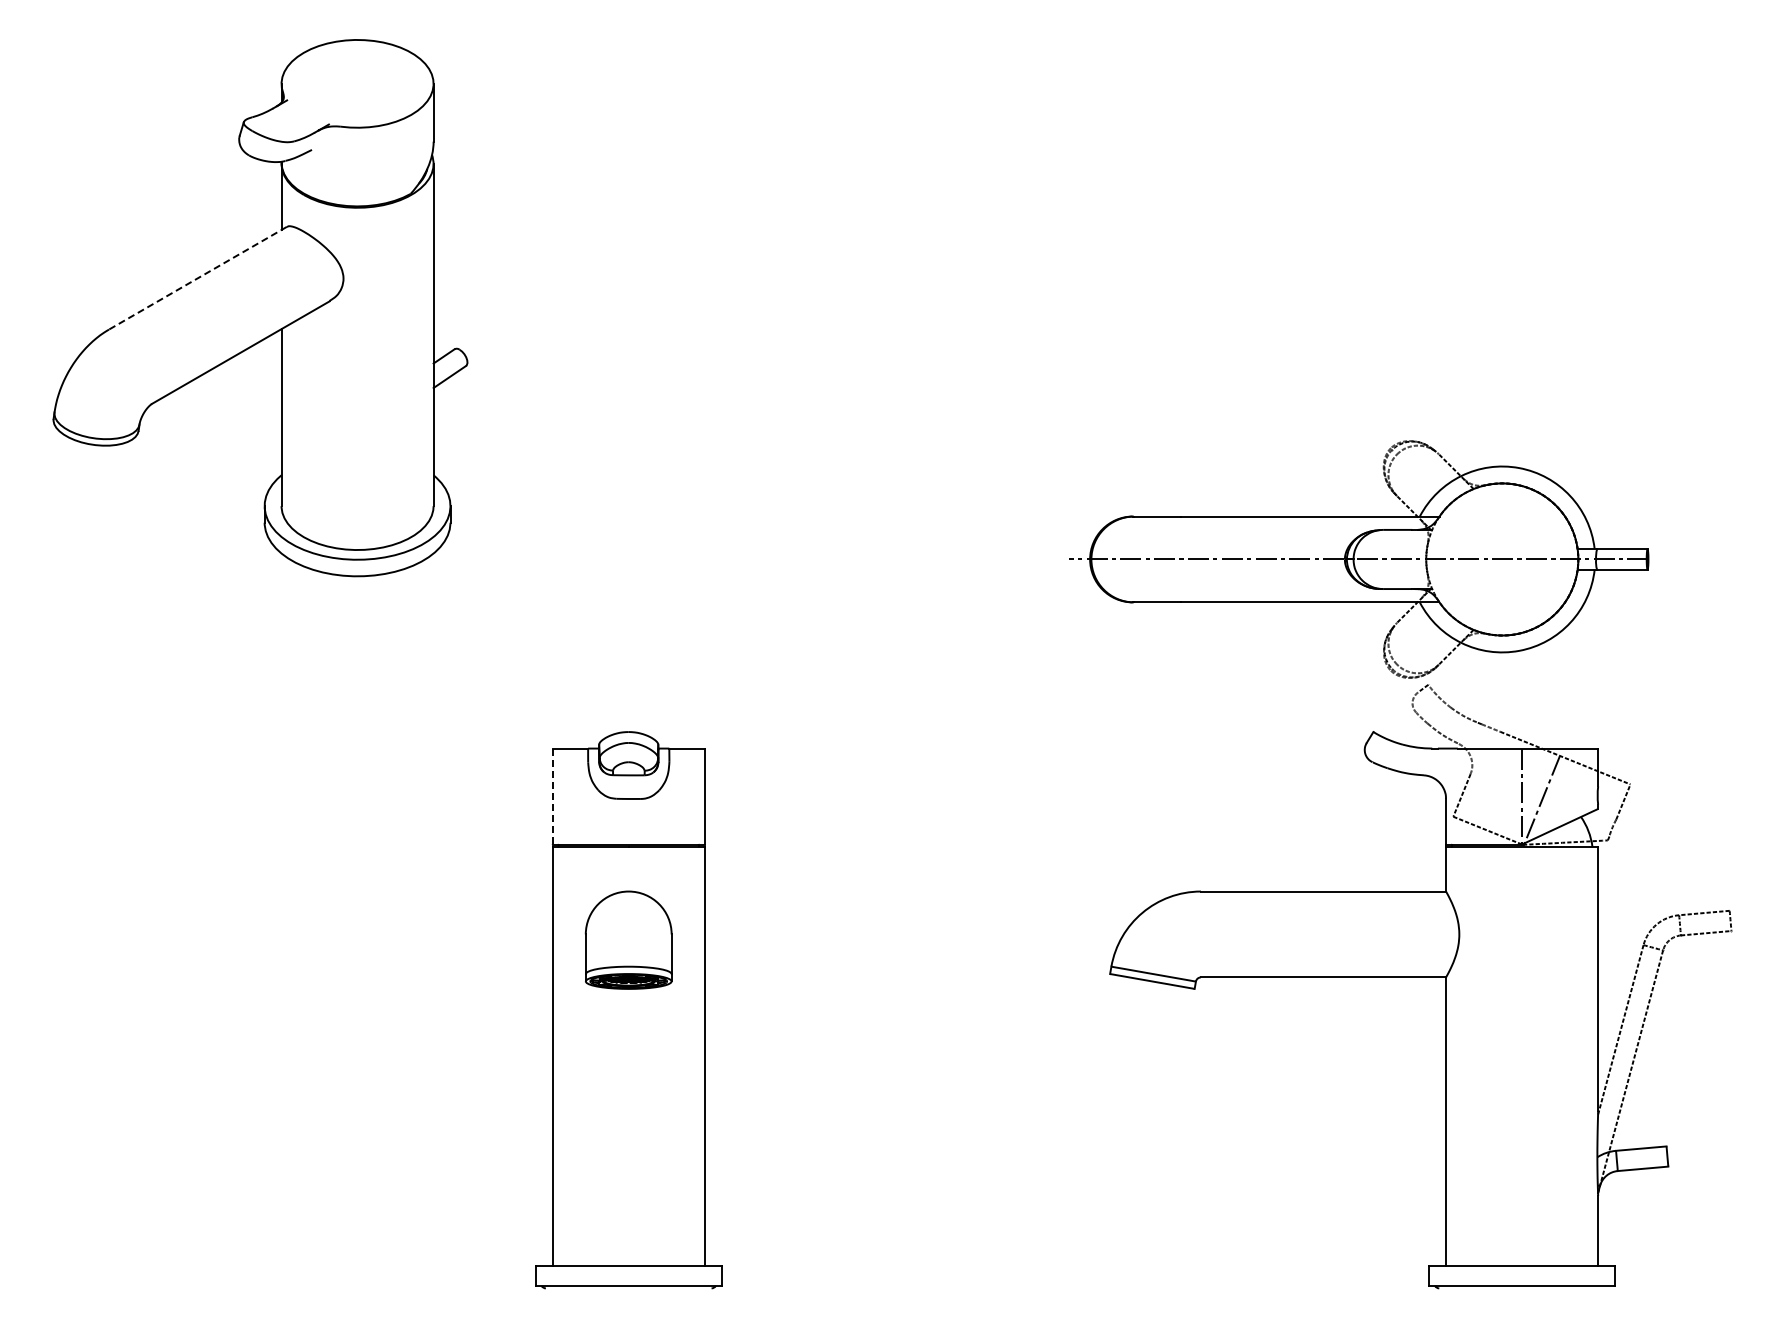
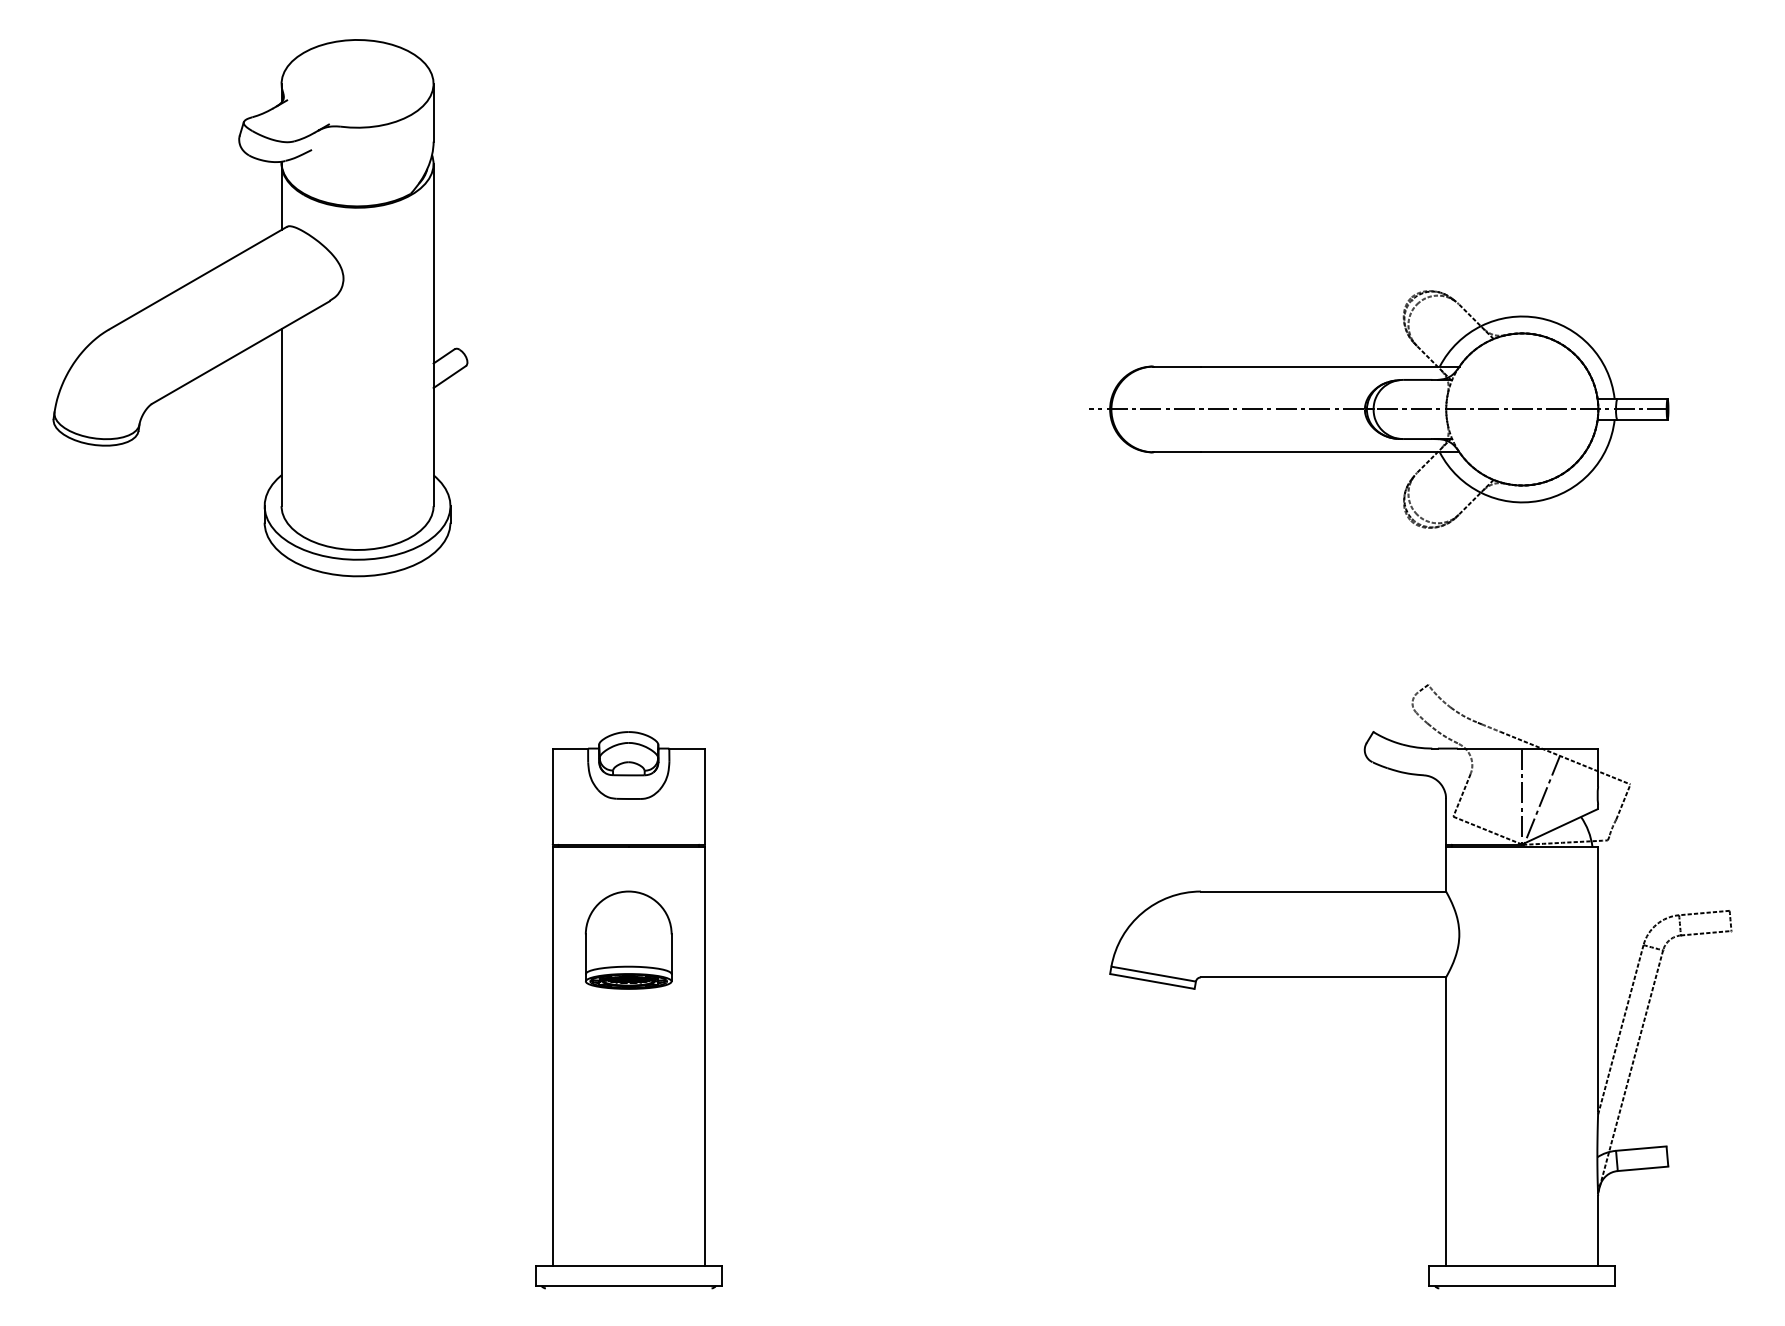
line at (197, 278): dashed -> solid
part at (1359, 559) position: (1359, 559) -> (1379, 409)
line at (552, 796): dashed -> solid
